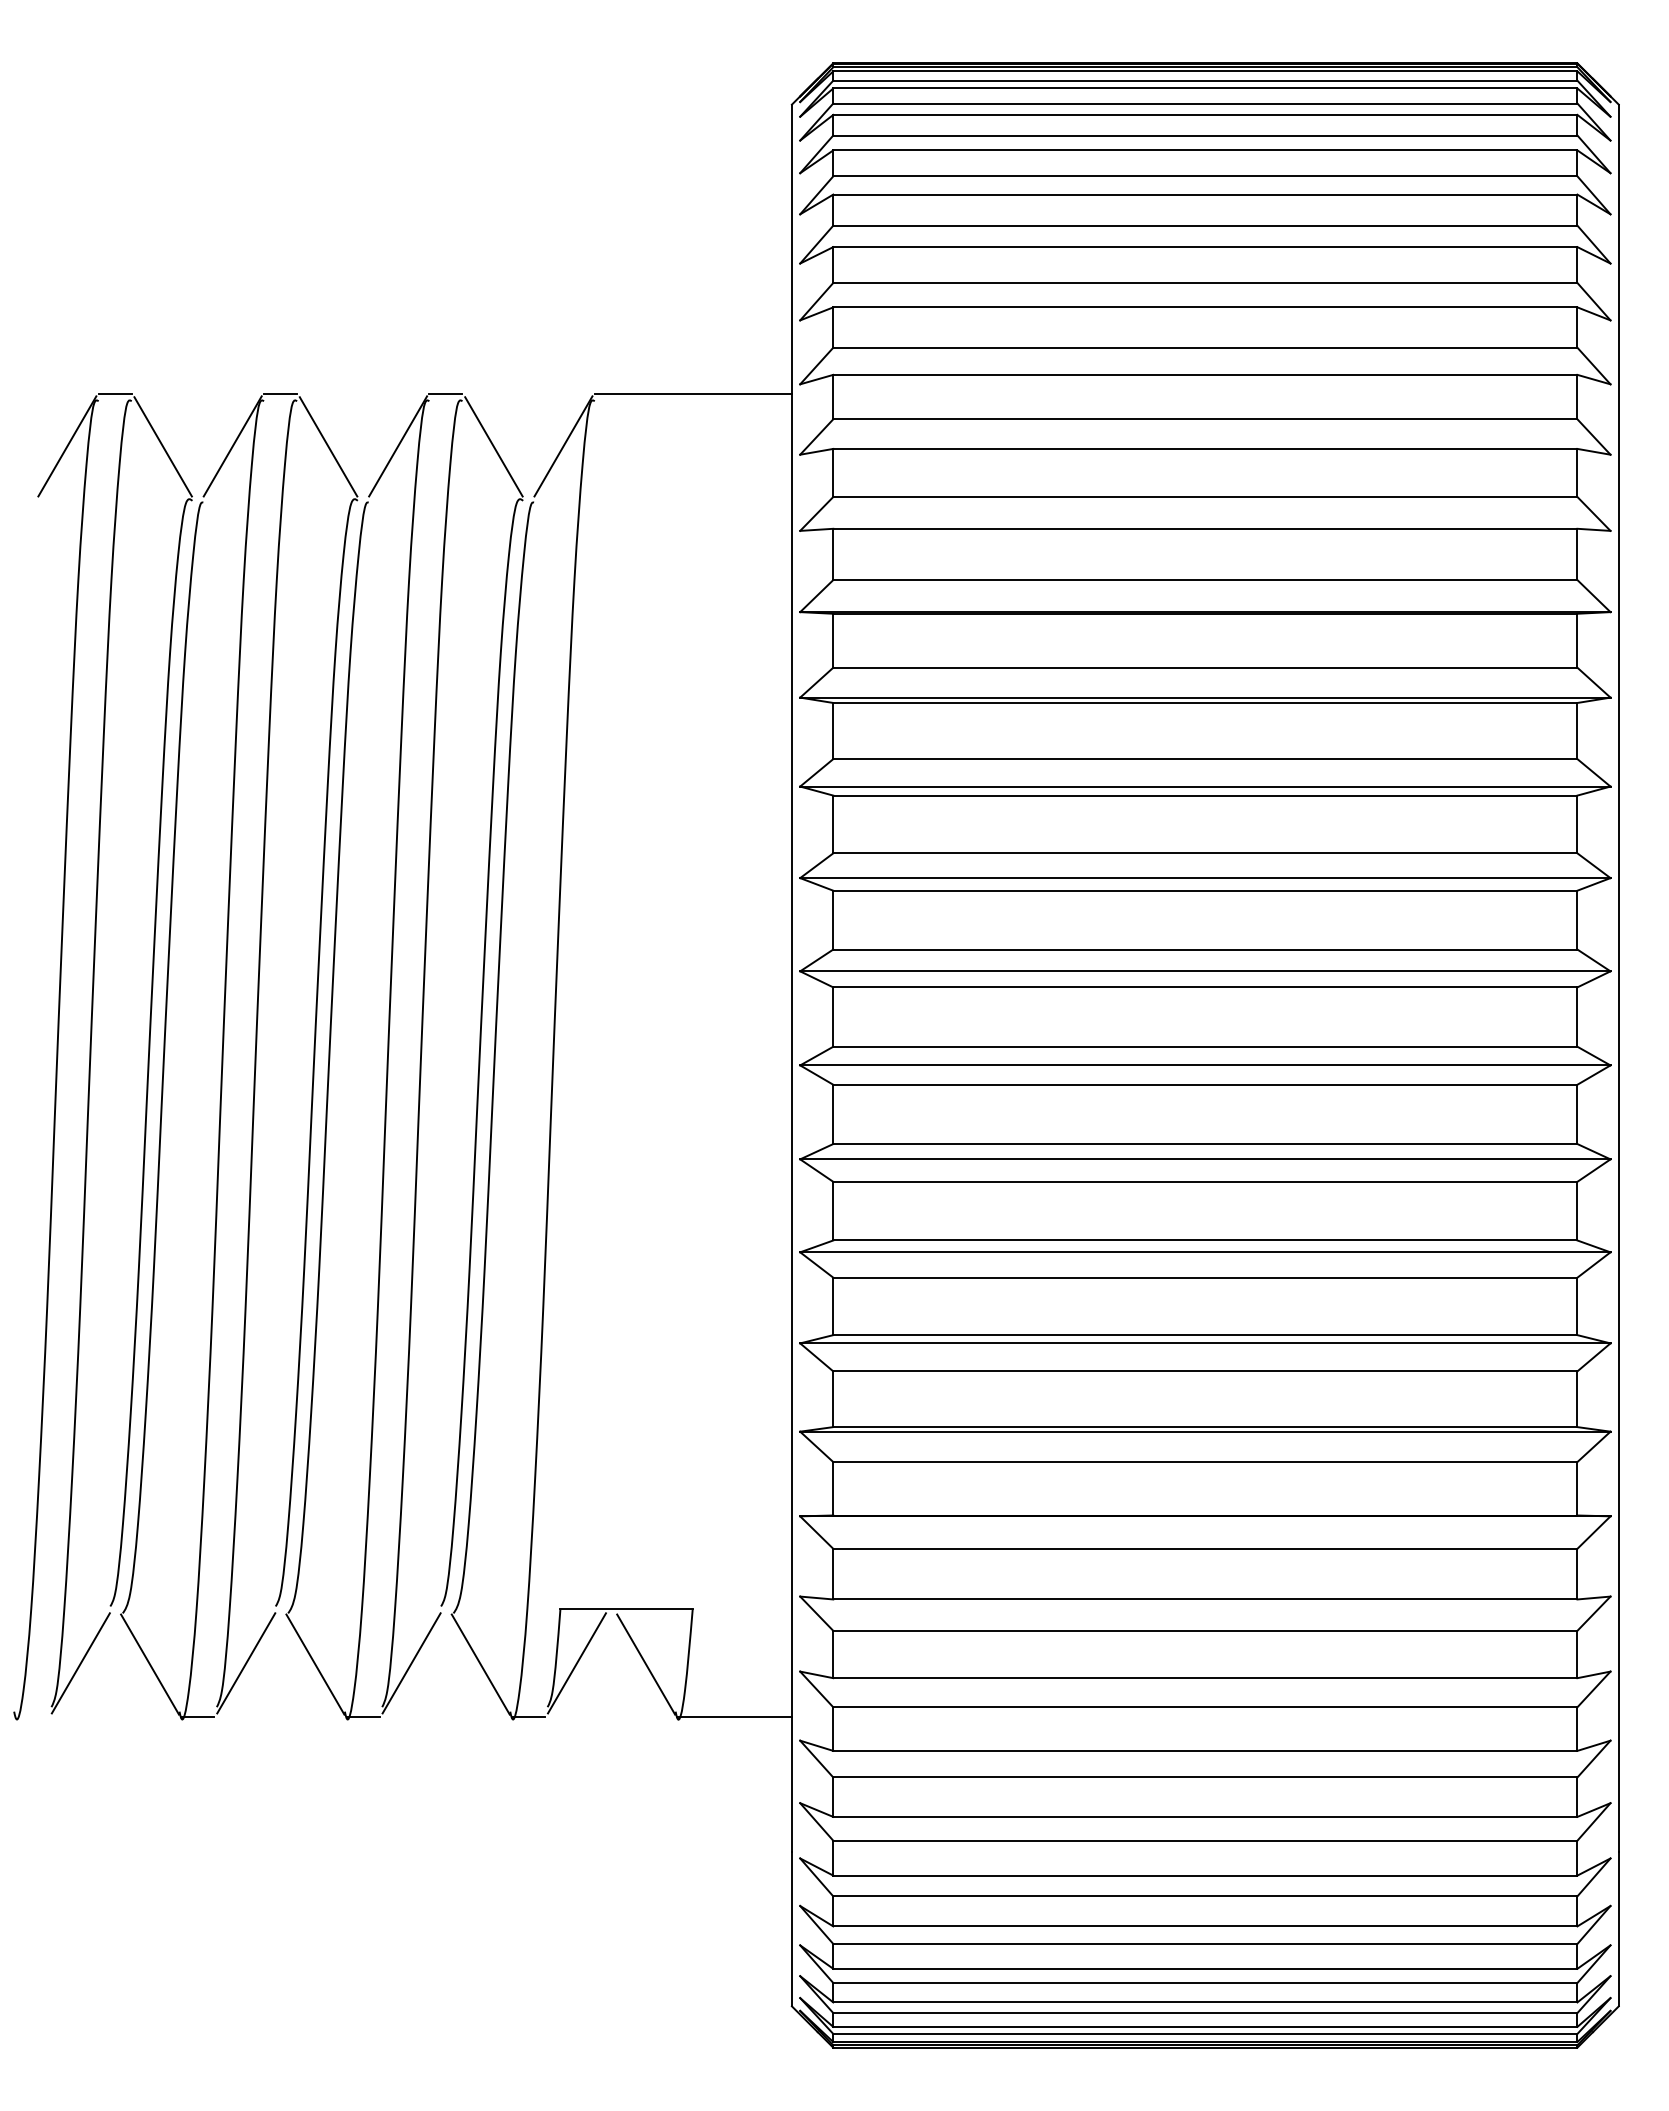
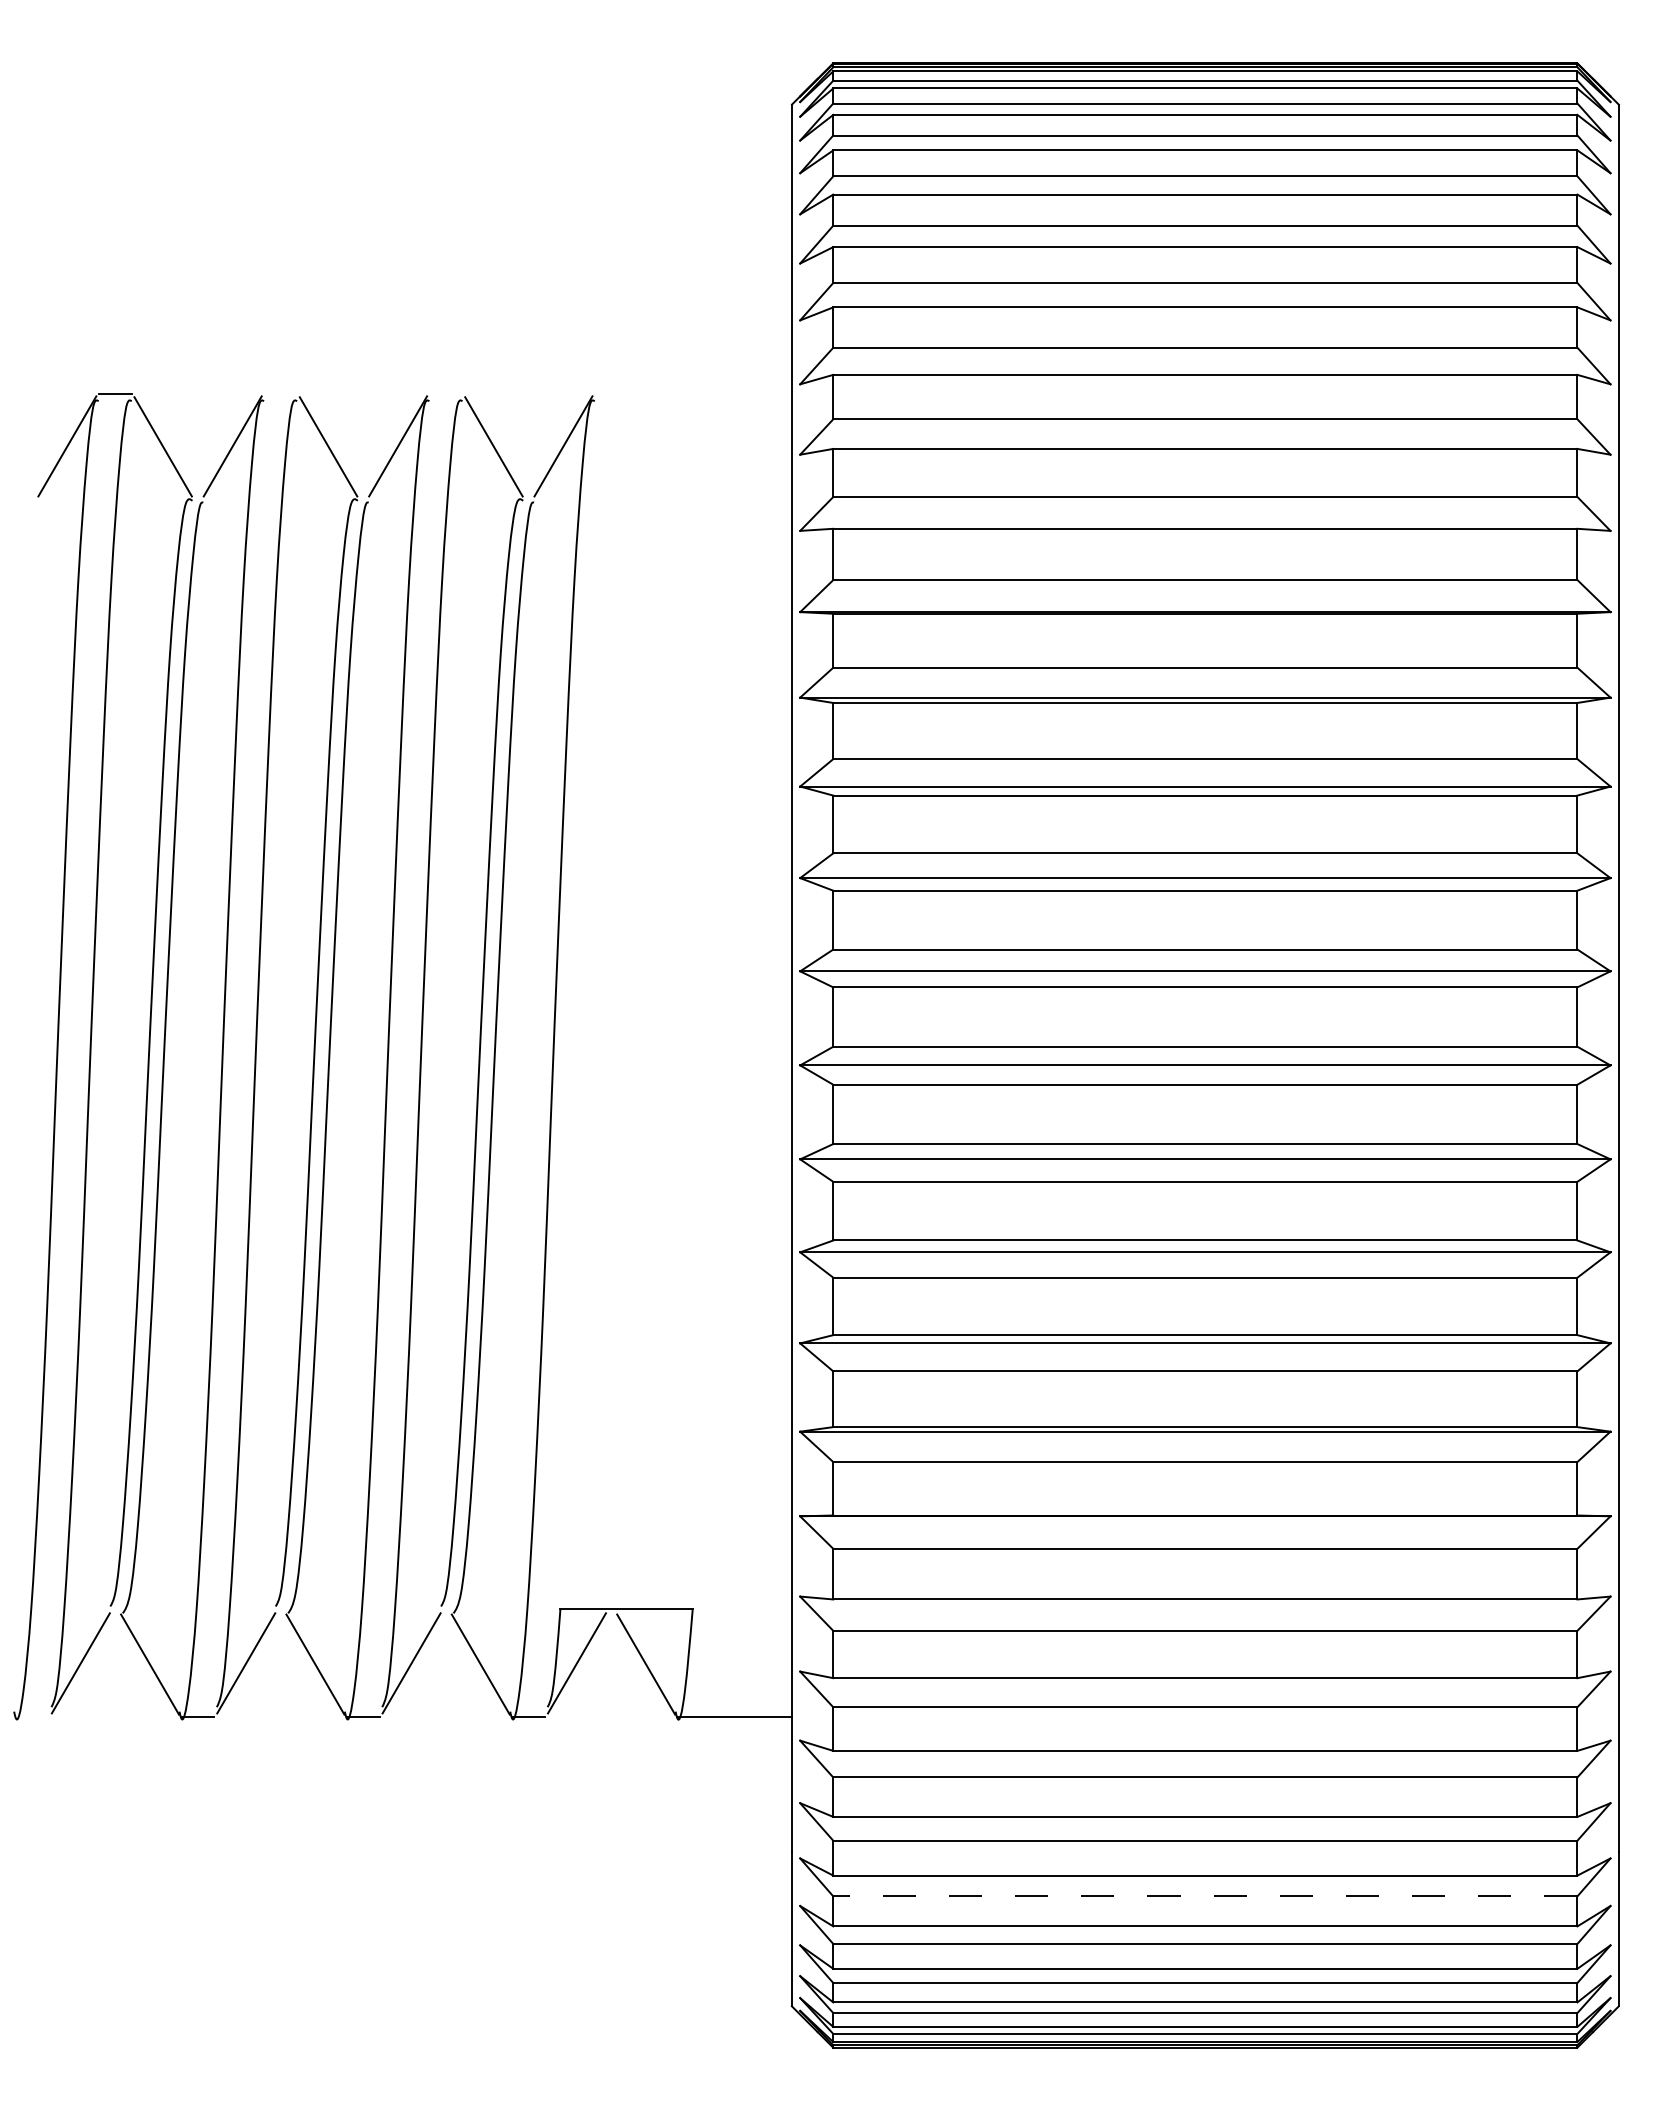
line at (280, 394): present -> none
line at (445, 394): present -> none
line at (692, 394): present -> none
line at (1204, 1896): solid -> dashed
